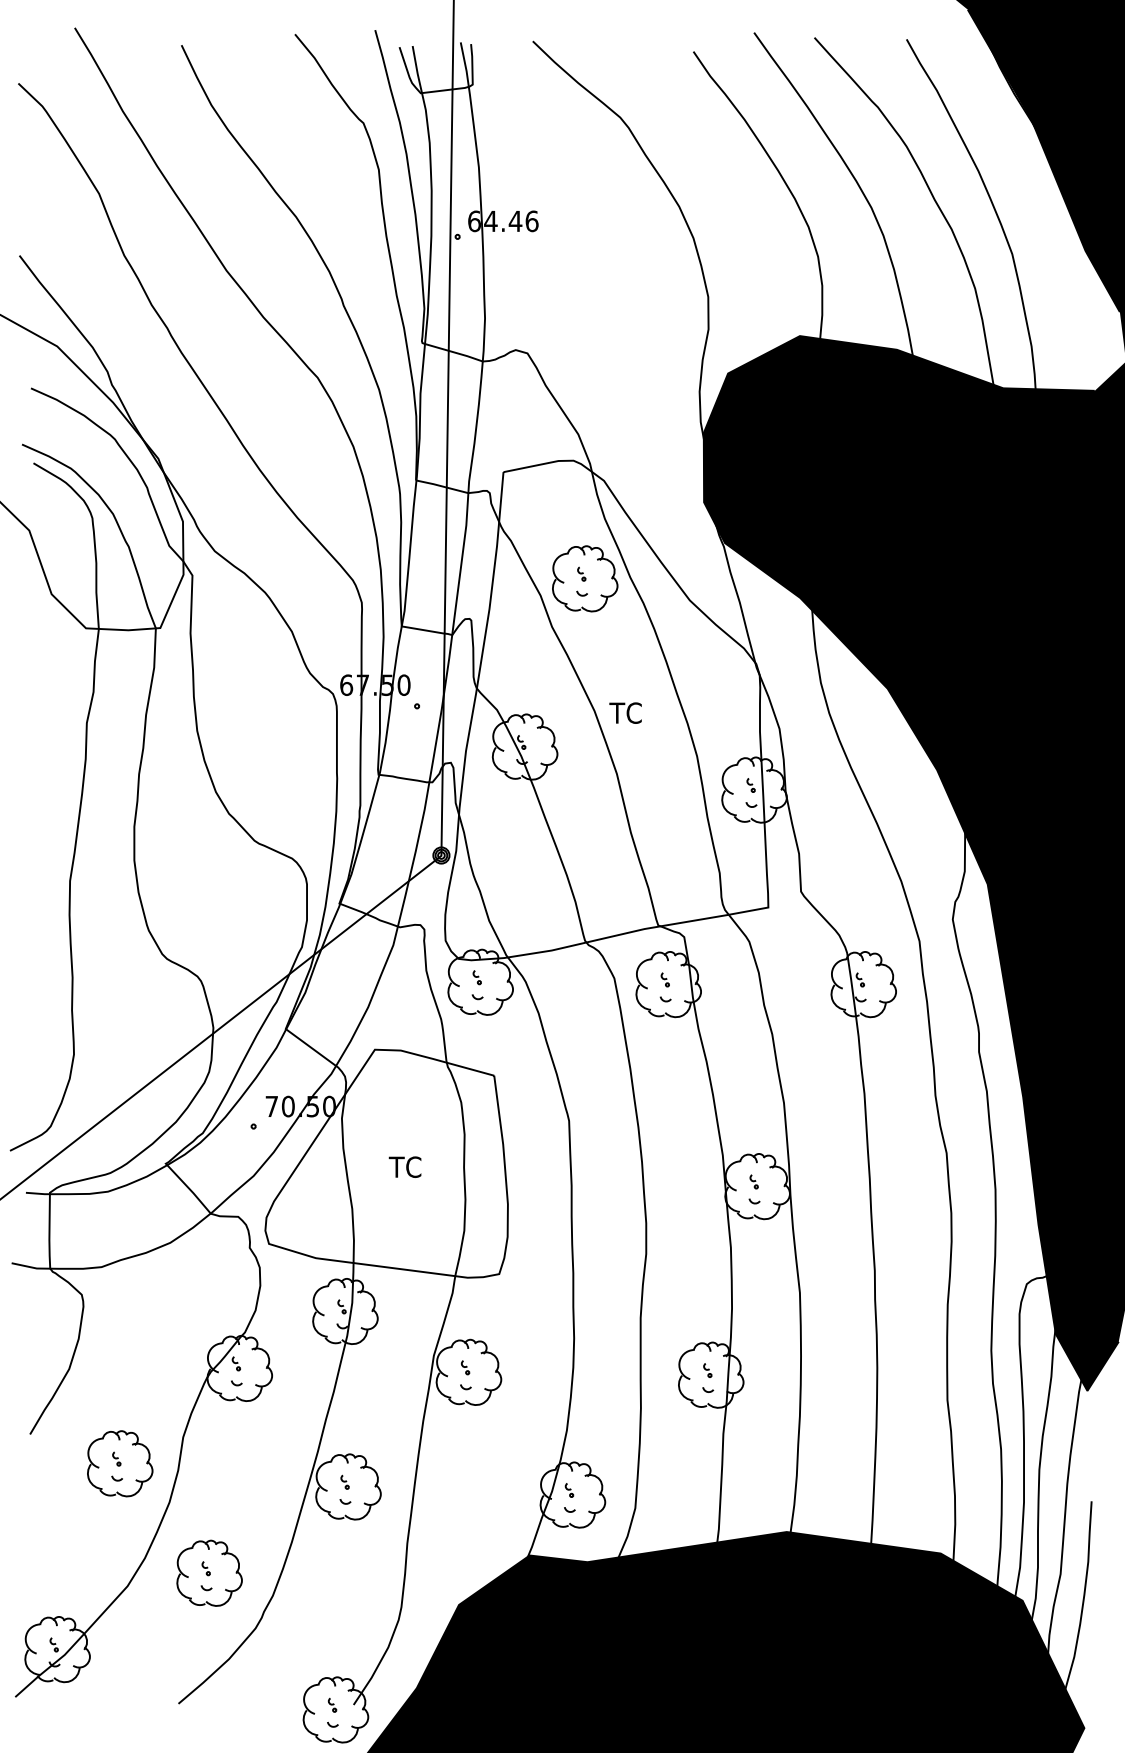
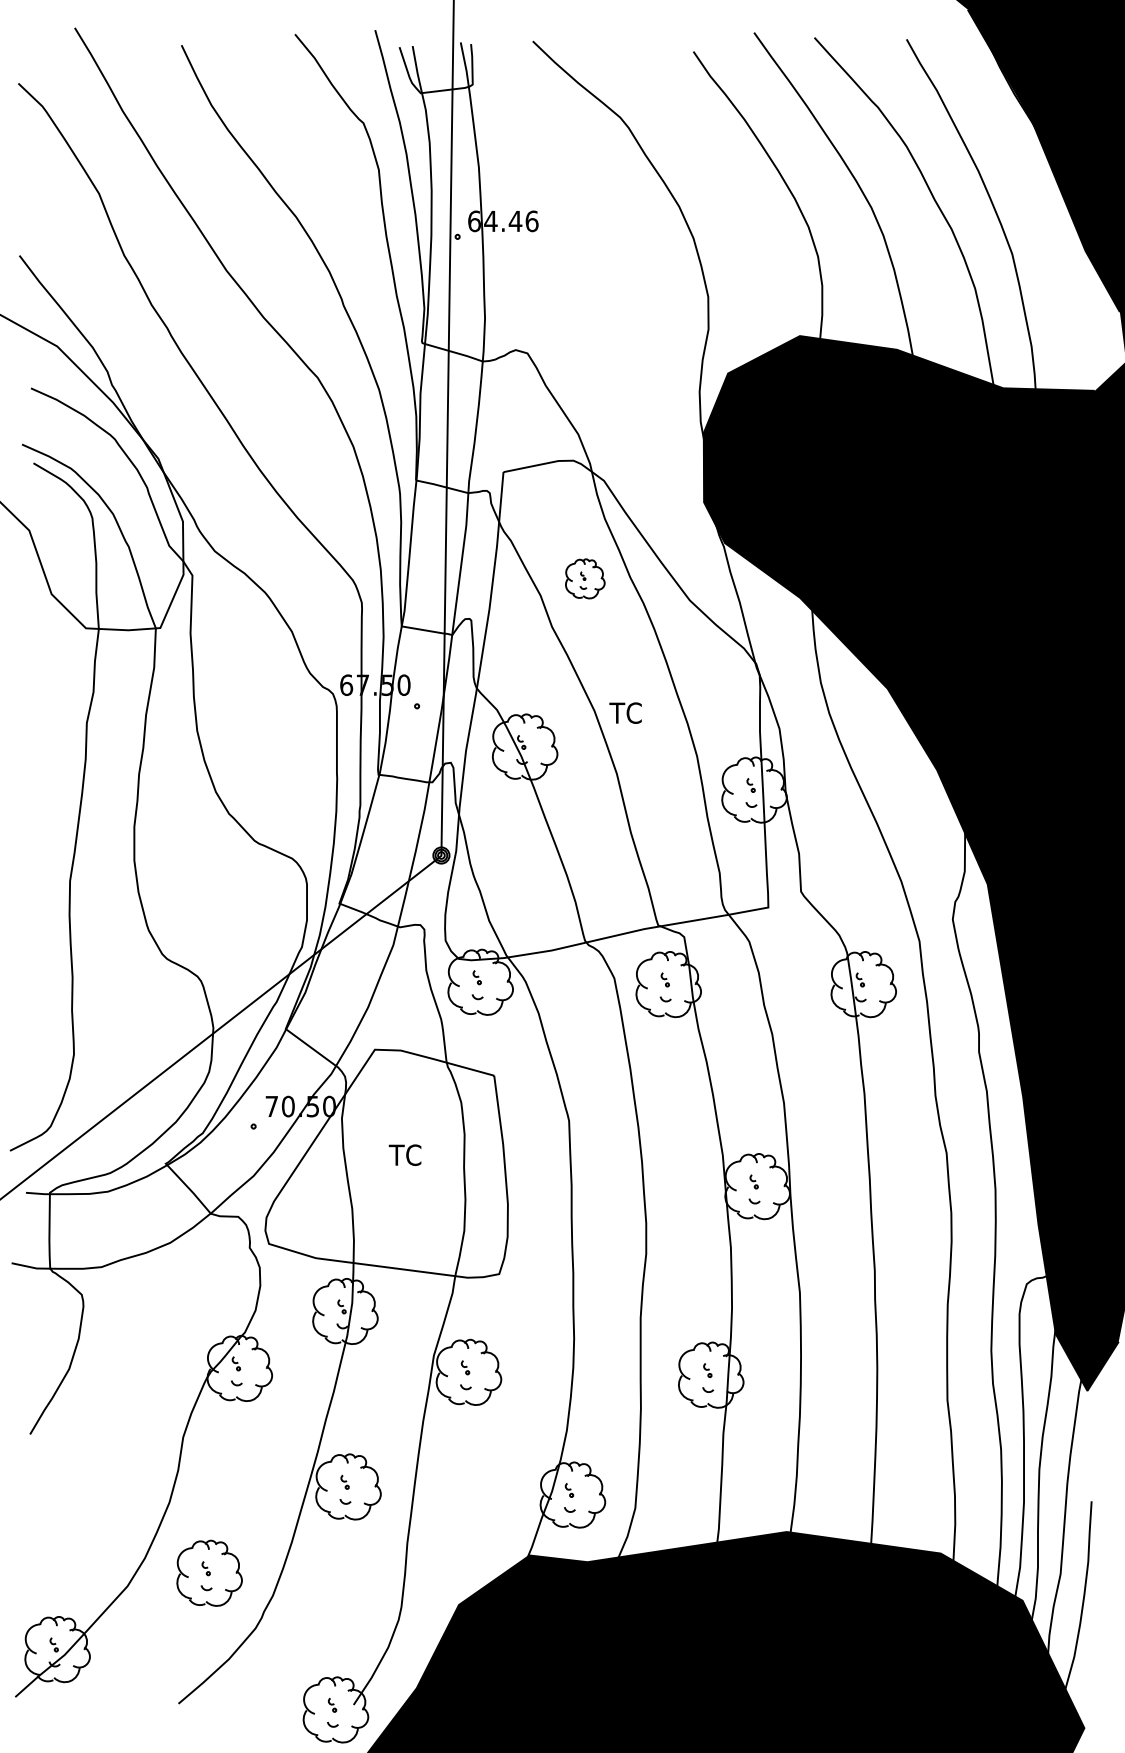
part at (585, 578) size: 67x68 px -> 41x42 px
text at (404, 1166) position: (404, 1166) -> (404, 1154)
part at (120, 1463): present -> none
